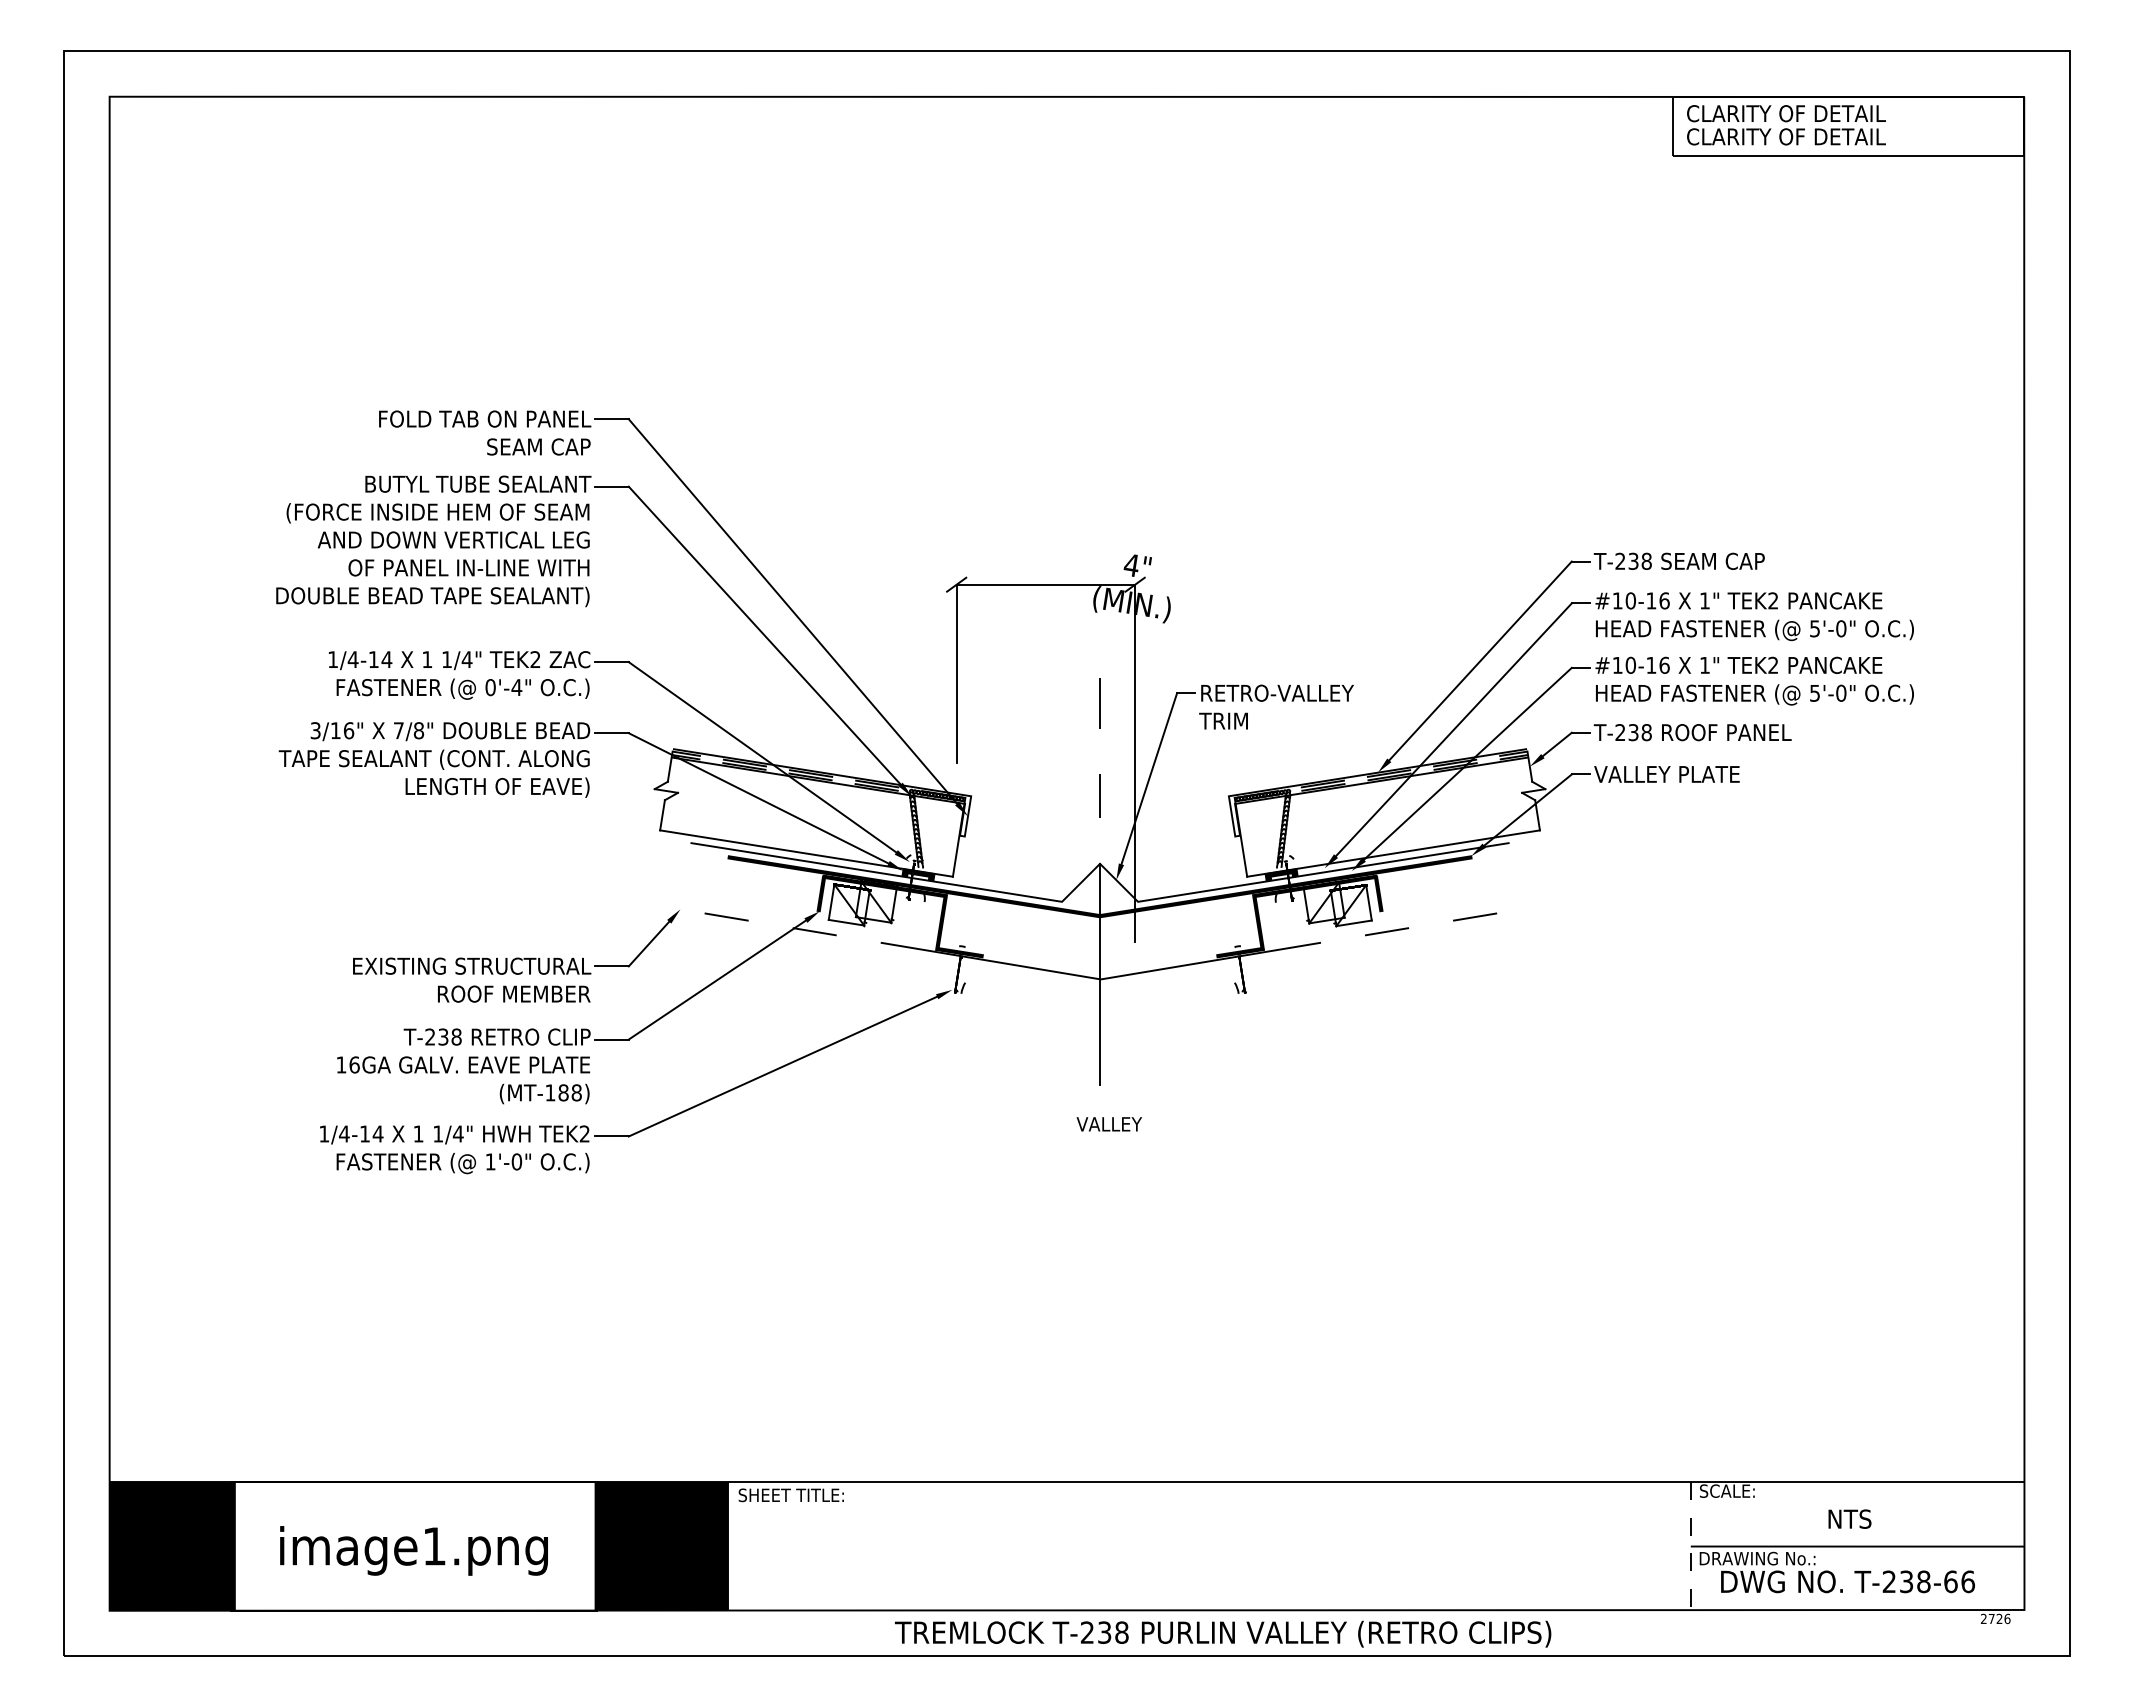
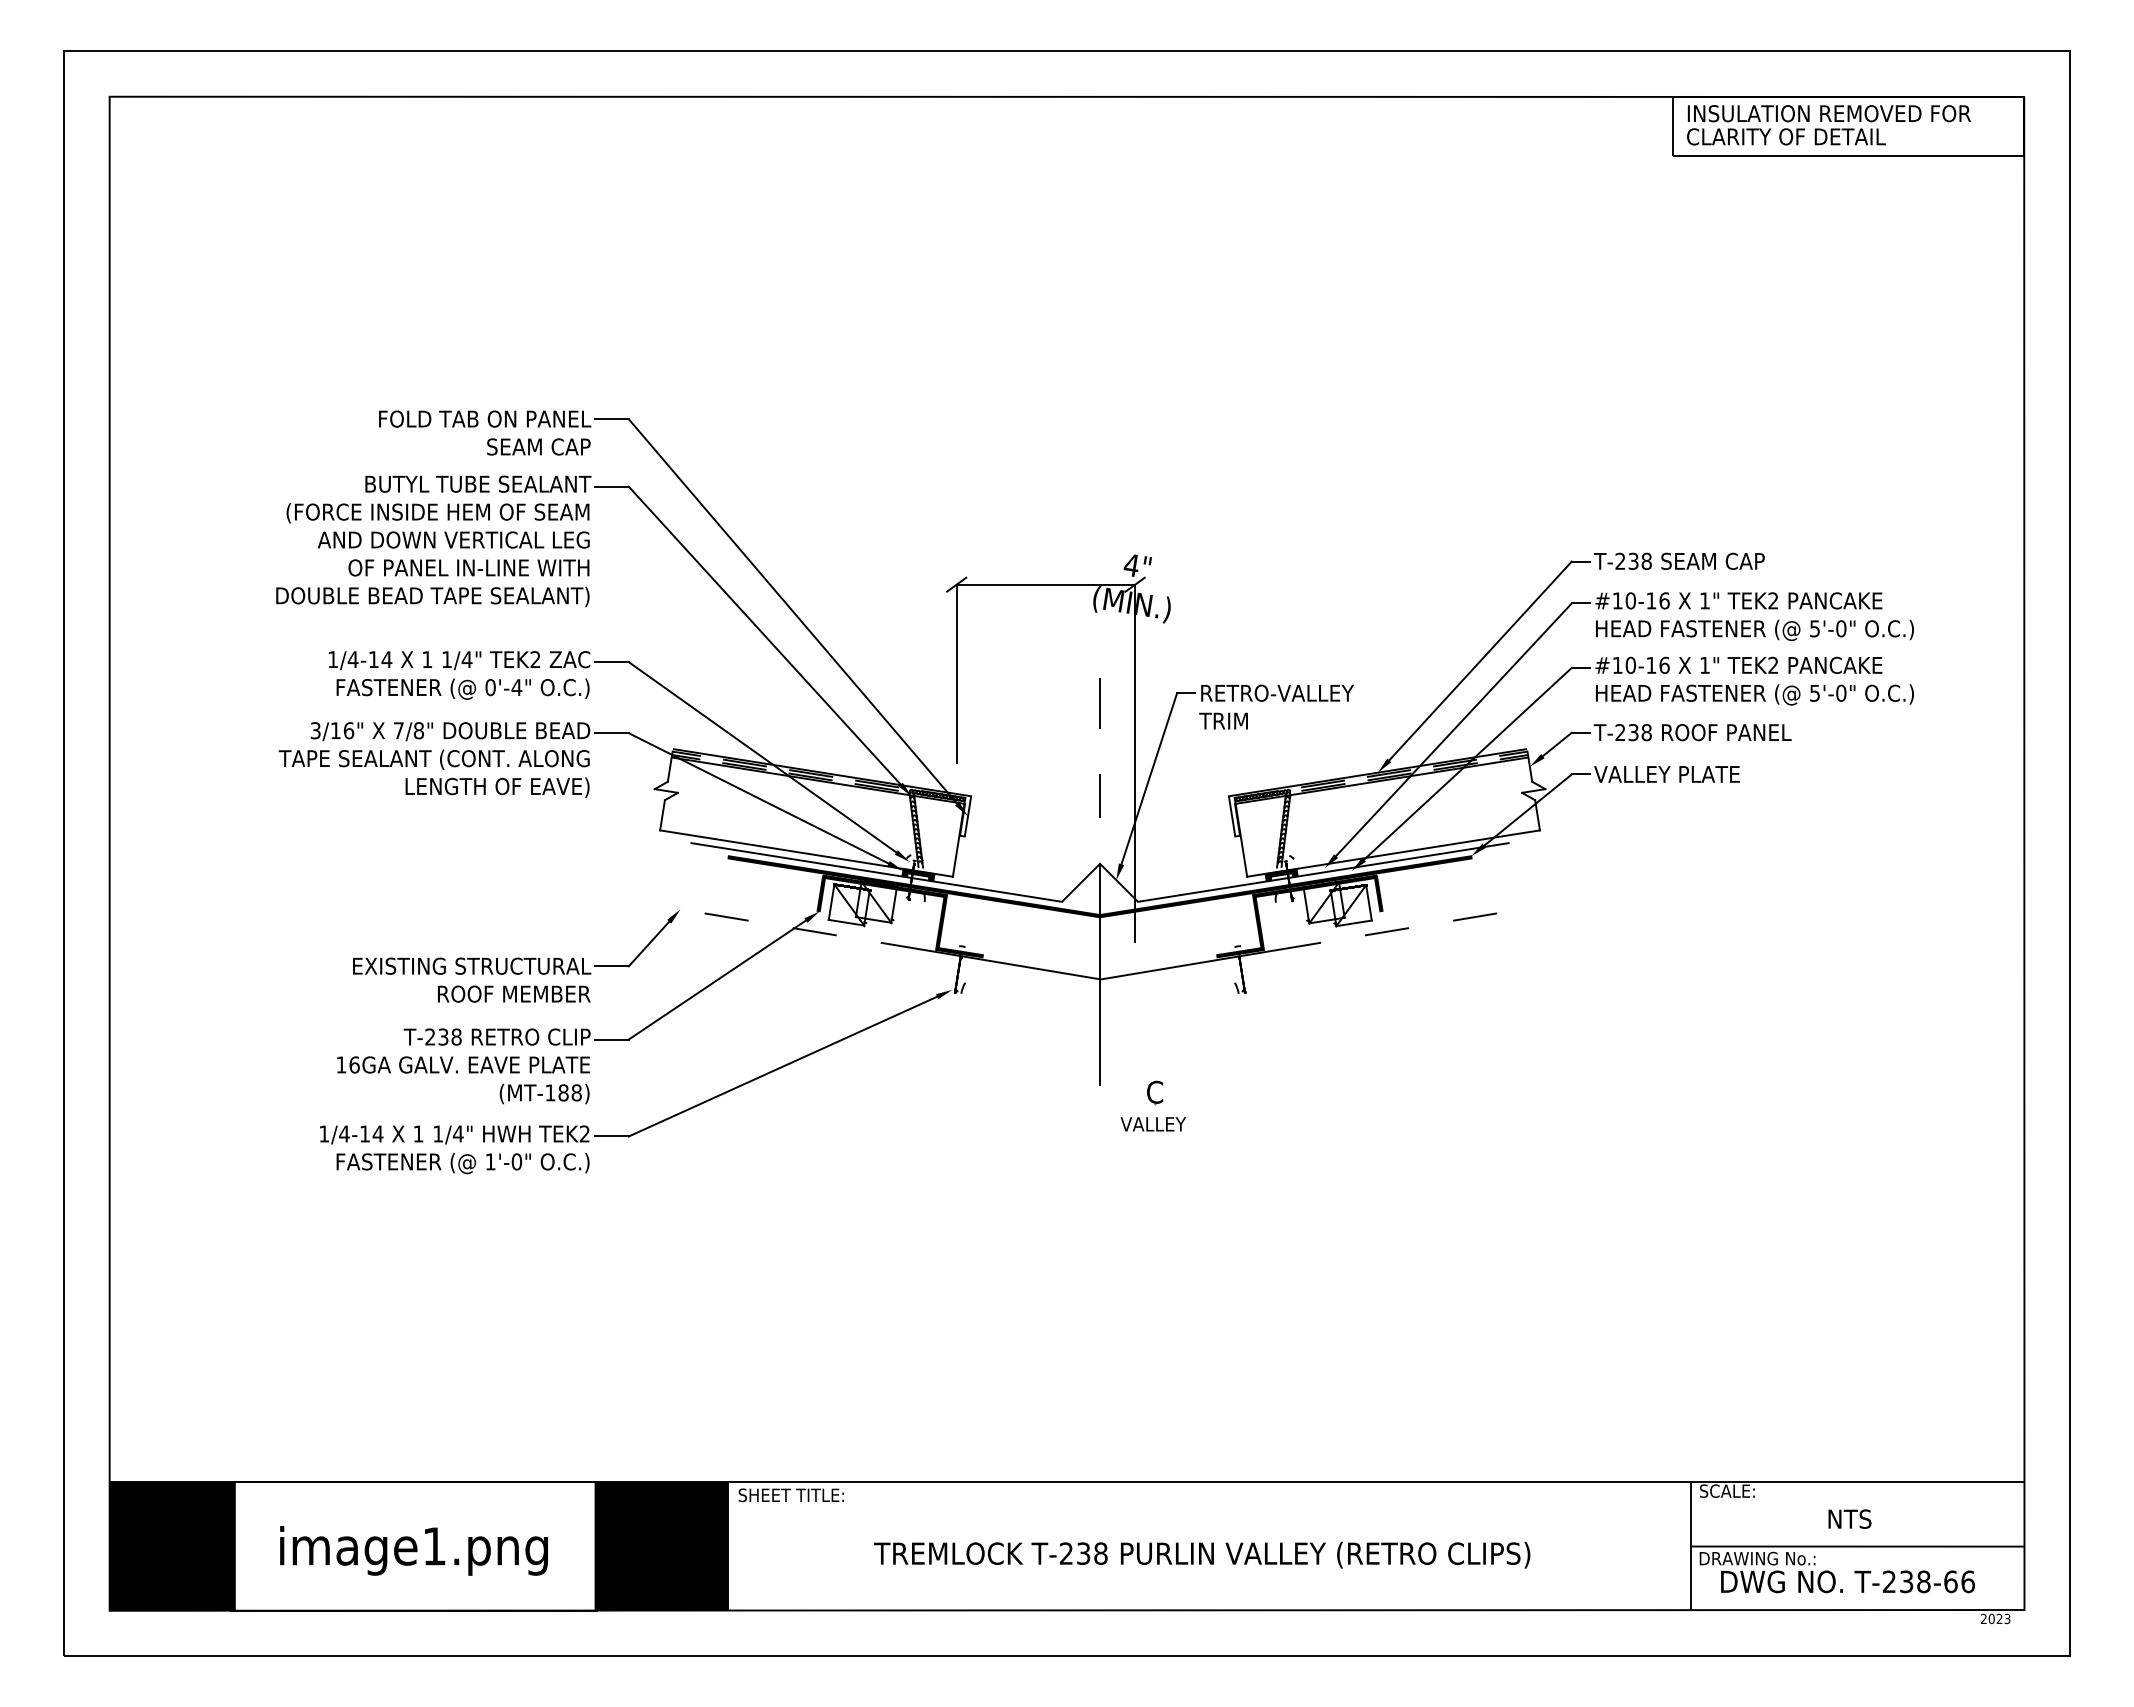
text at (1828, 113): CLARITY OF DETAIL -> INSULATION REMOVED FOR
part at (1155, 1092): none -> present
text at (1108, 1124) position: (1108, 1124) -> (1152, 1124)
line at (1690, 1546): dashed -> solid
text at (1999, 1618): 2726 -> 2023
text at (1223, 1633) position: (1223, 1633) -> (1202, 1554)
